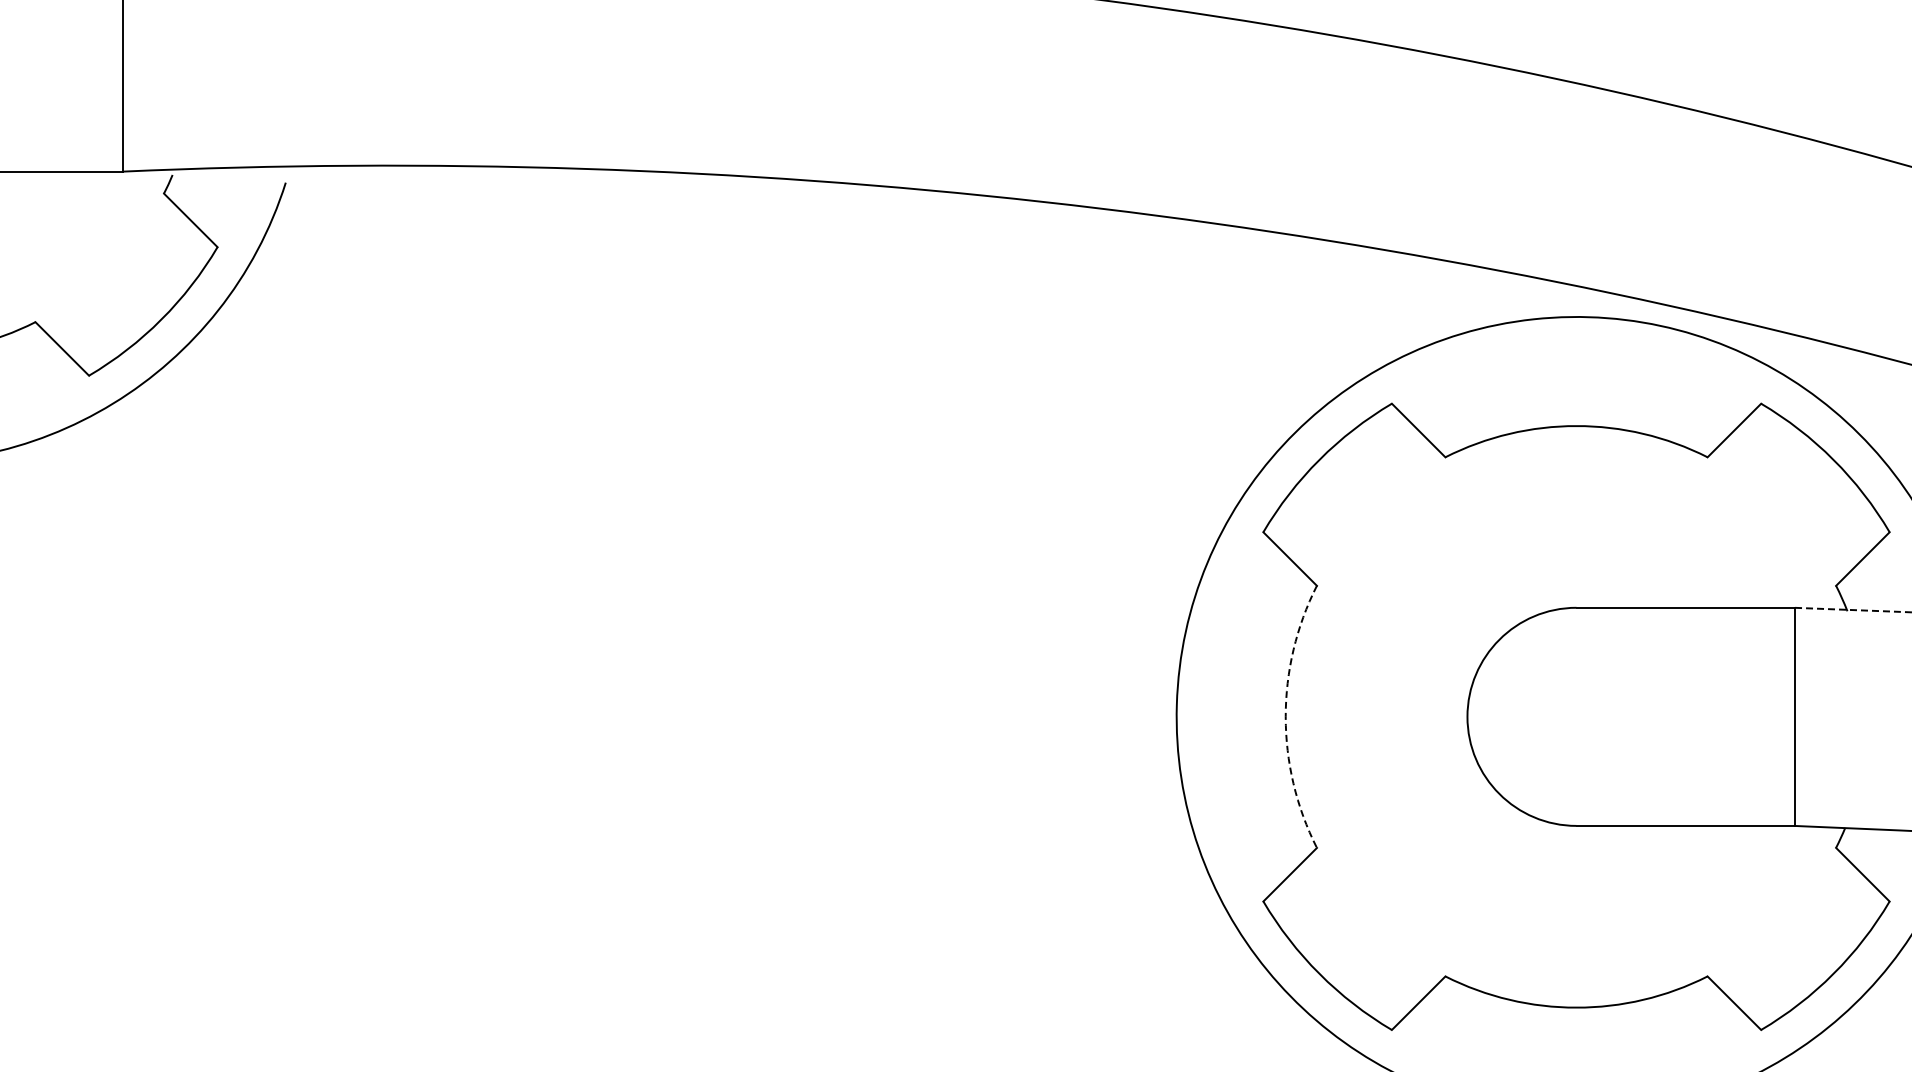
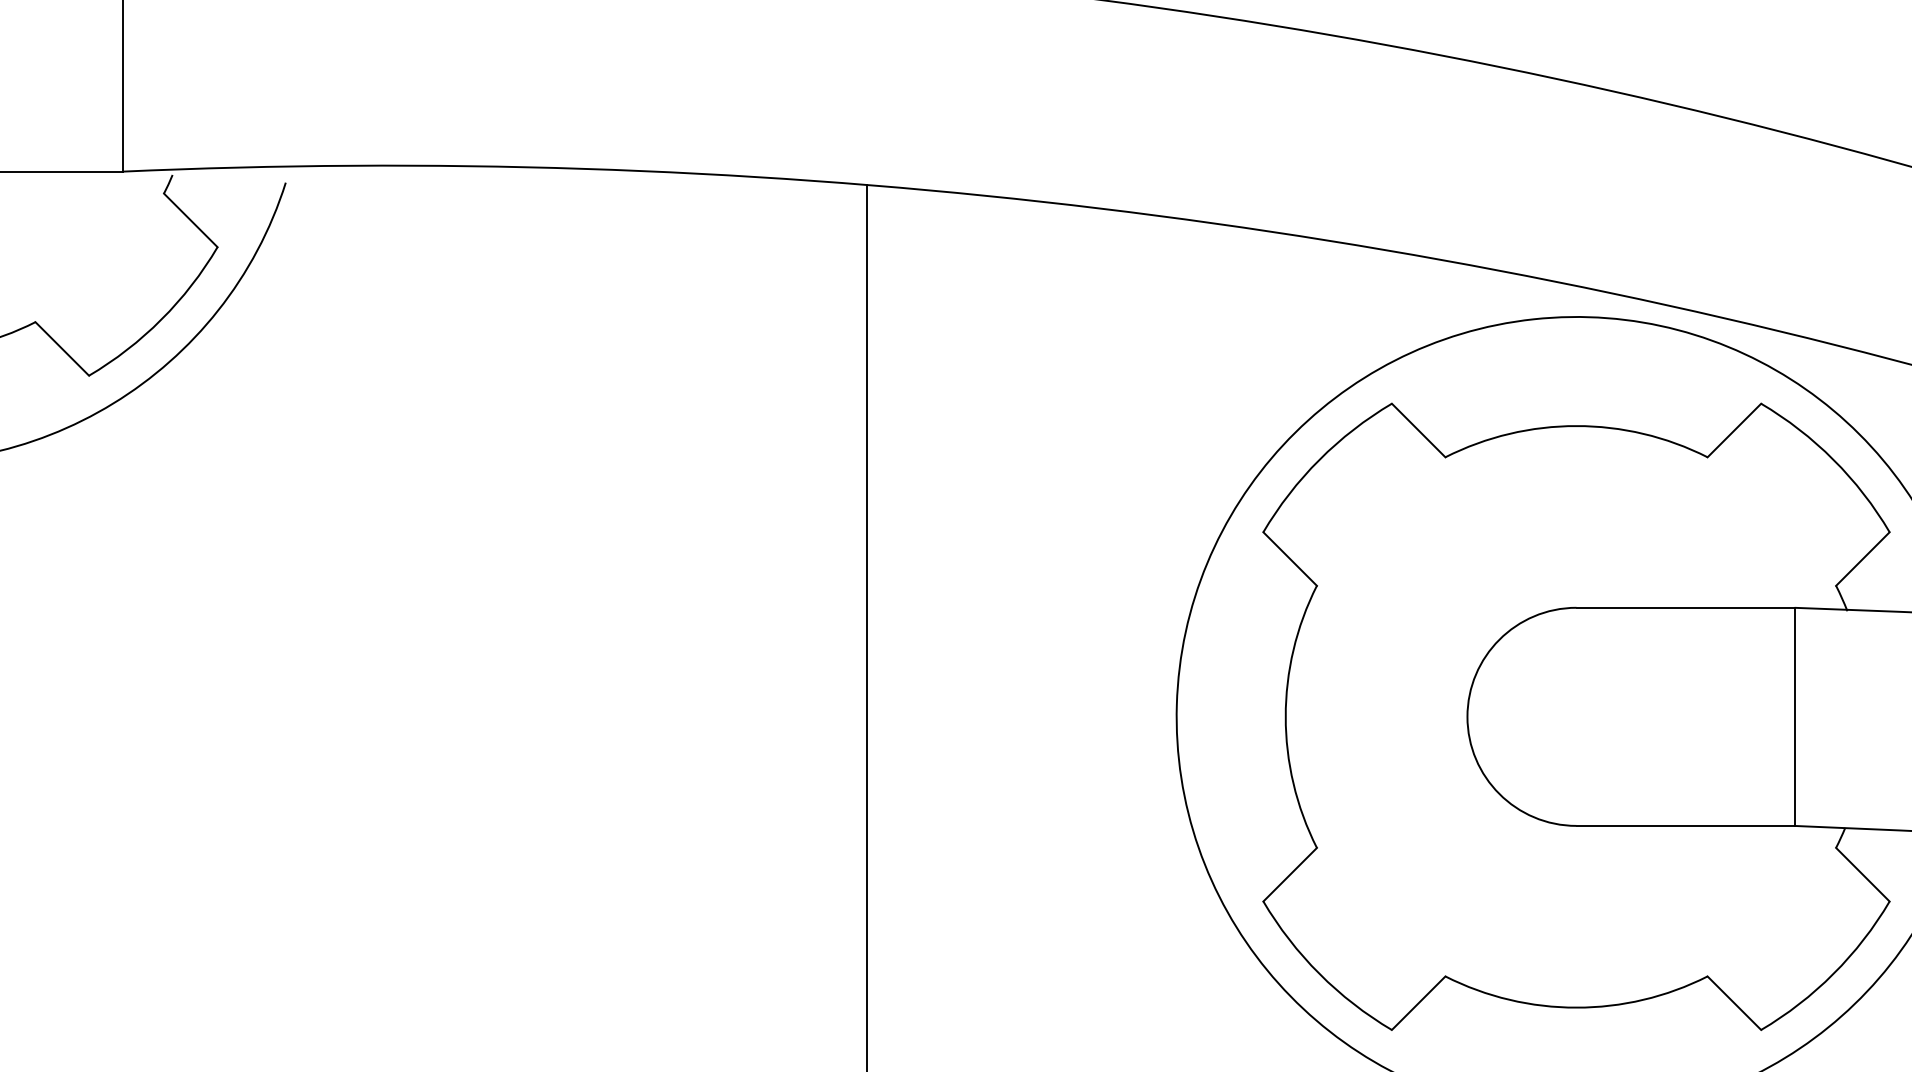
arc at (1852, 610): dashed -> solid
line at (867, 626): none -> present
arc at (1285, 716): dashed -> solid
